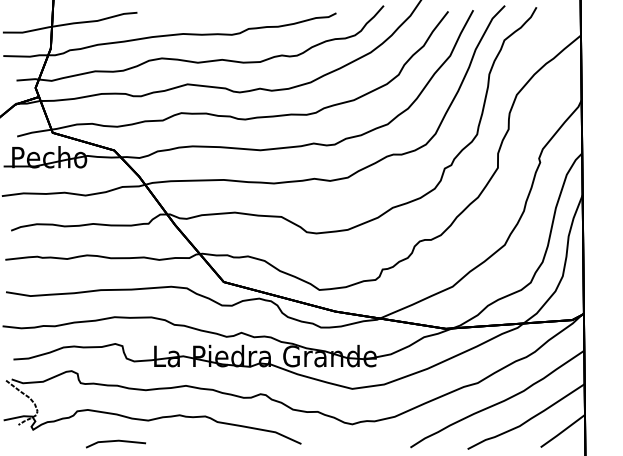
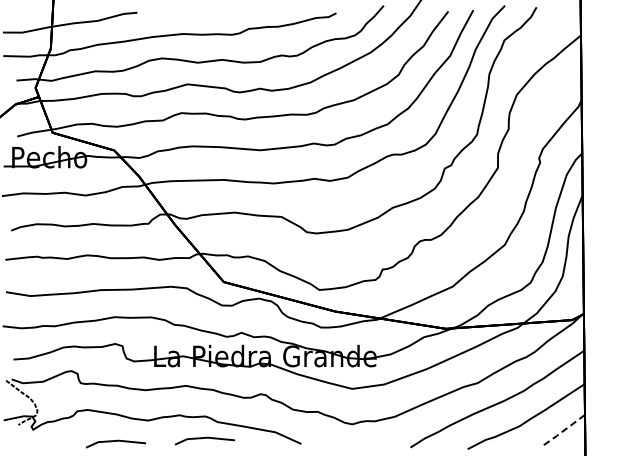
line at (562, 431): solid -> dashed
line at (204, 438): none -> present
